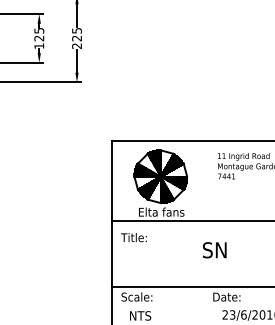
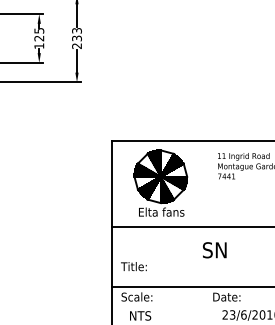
text at (76, 34): 225 -> 233
line at (191, 220) position: (191, 220) -> (191, 226)
text at (133, 237) position: (133, 237) -> (133, 266)
